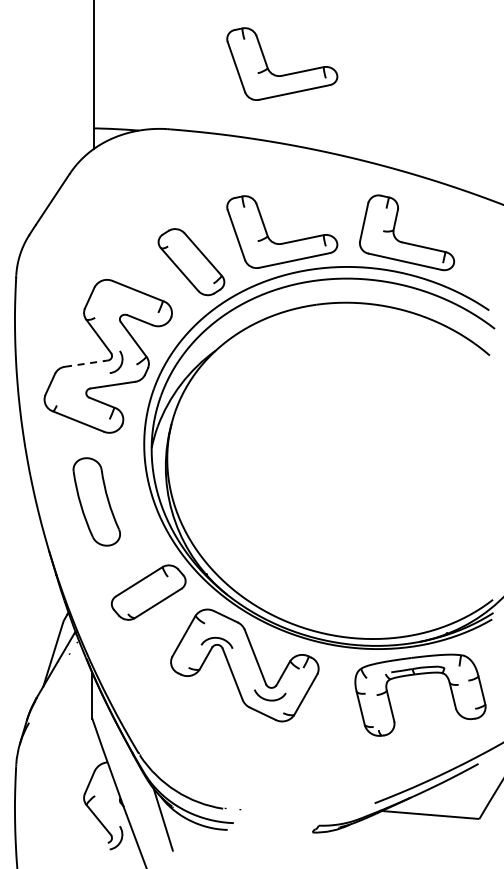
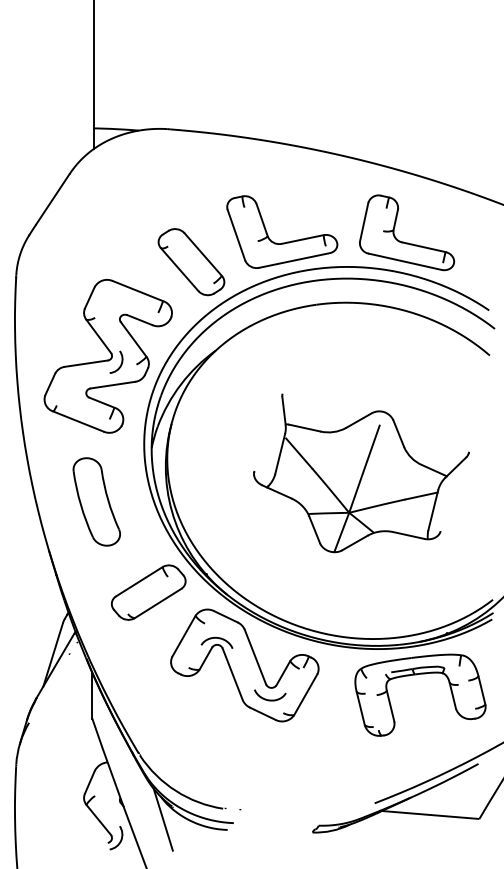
part at (282, 74): present -> none
line at (86, 363): dashed -> solid
part at (361, 473): none -> present
